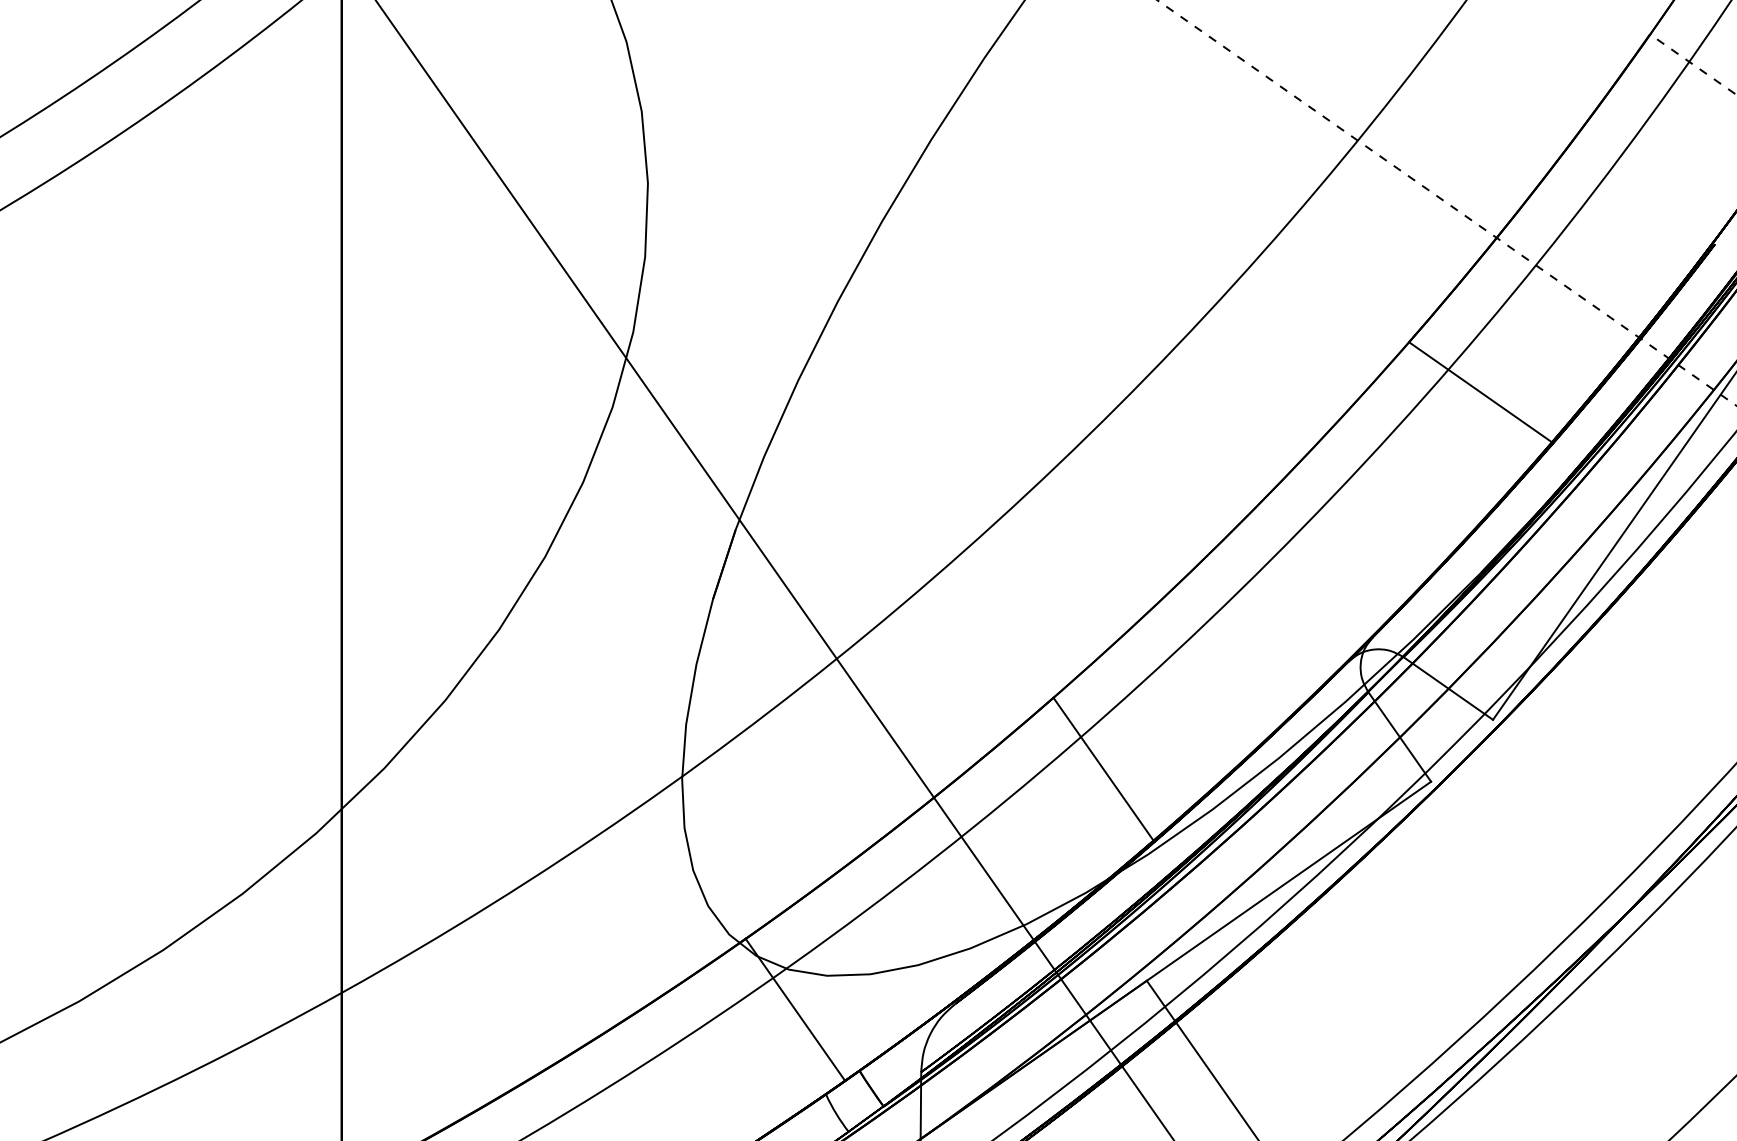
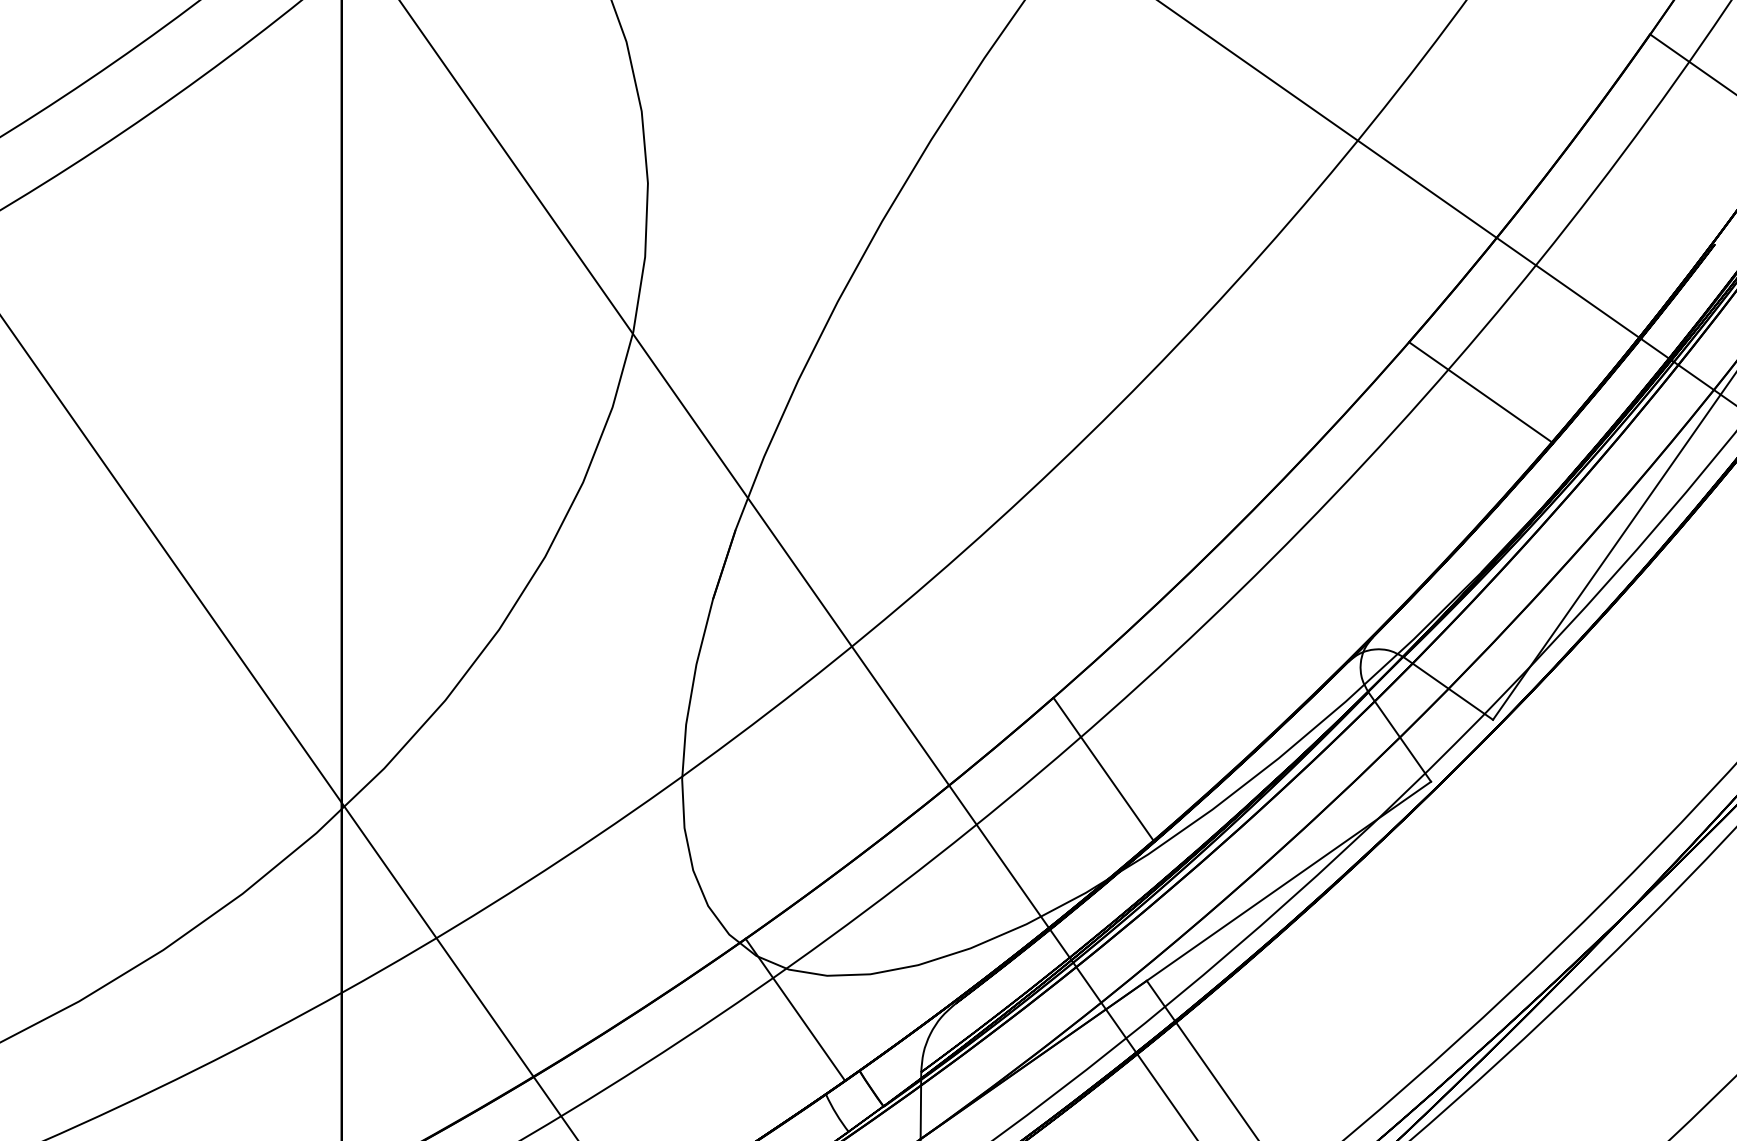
line at (1693, 64): dashed -> solid
line at (1447, 203): dashed -> solid
line at (774, 569) position: (774, 569) -> (798, 569)
line at (289, 727): none -> present
